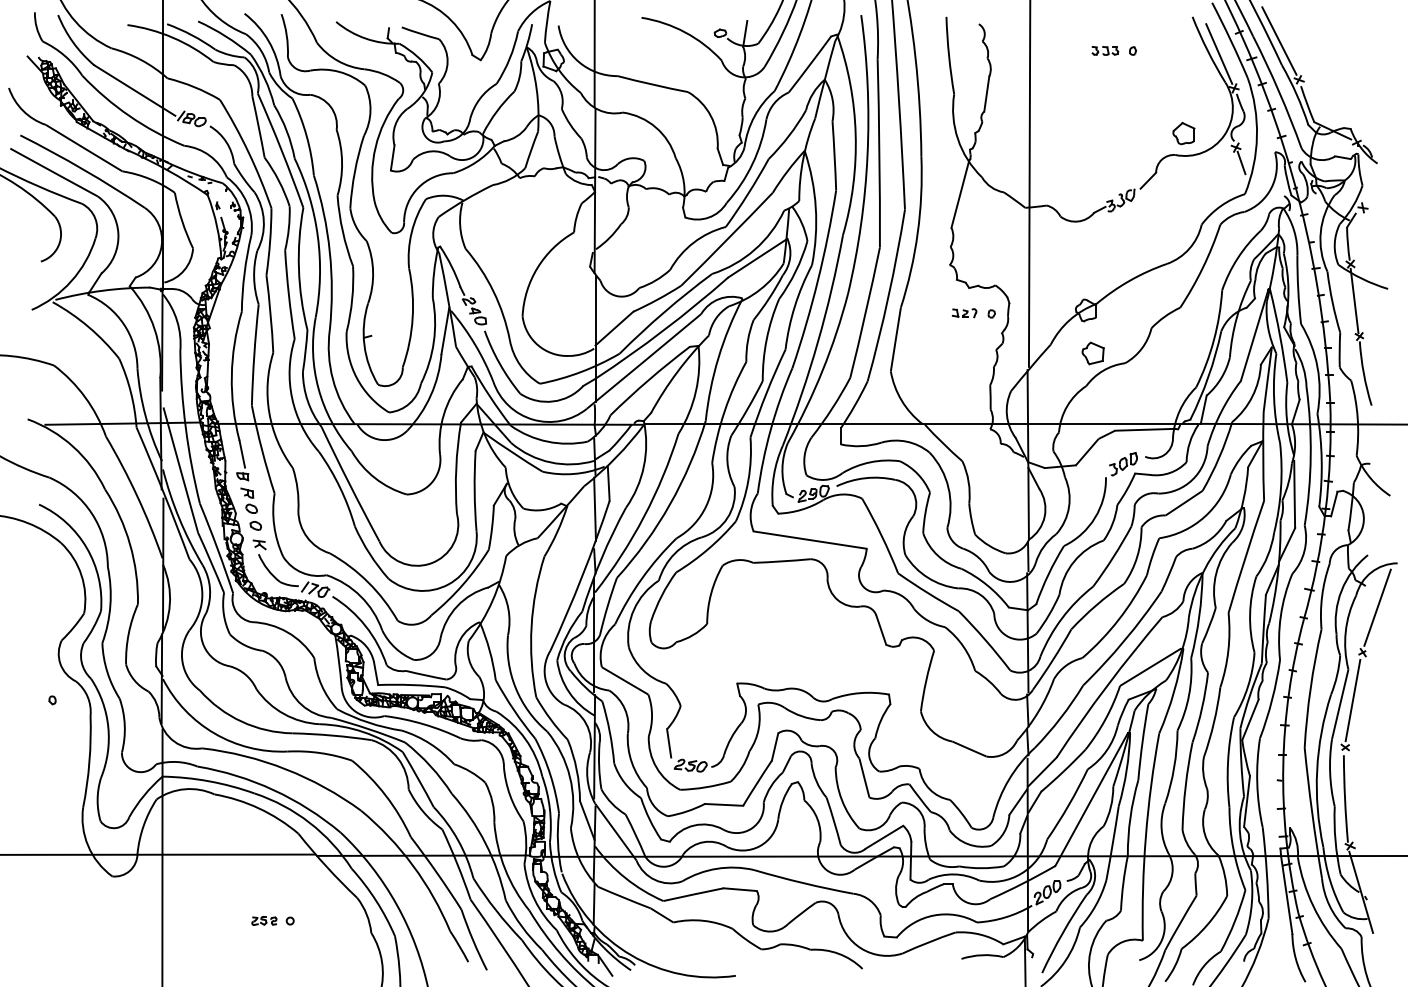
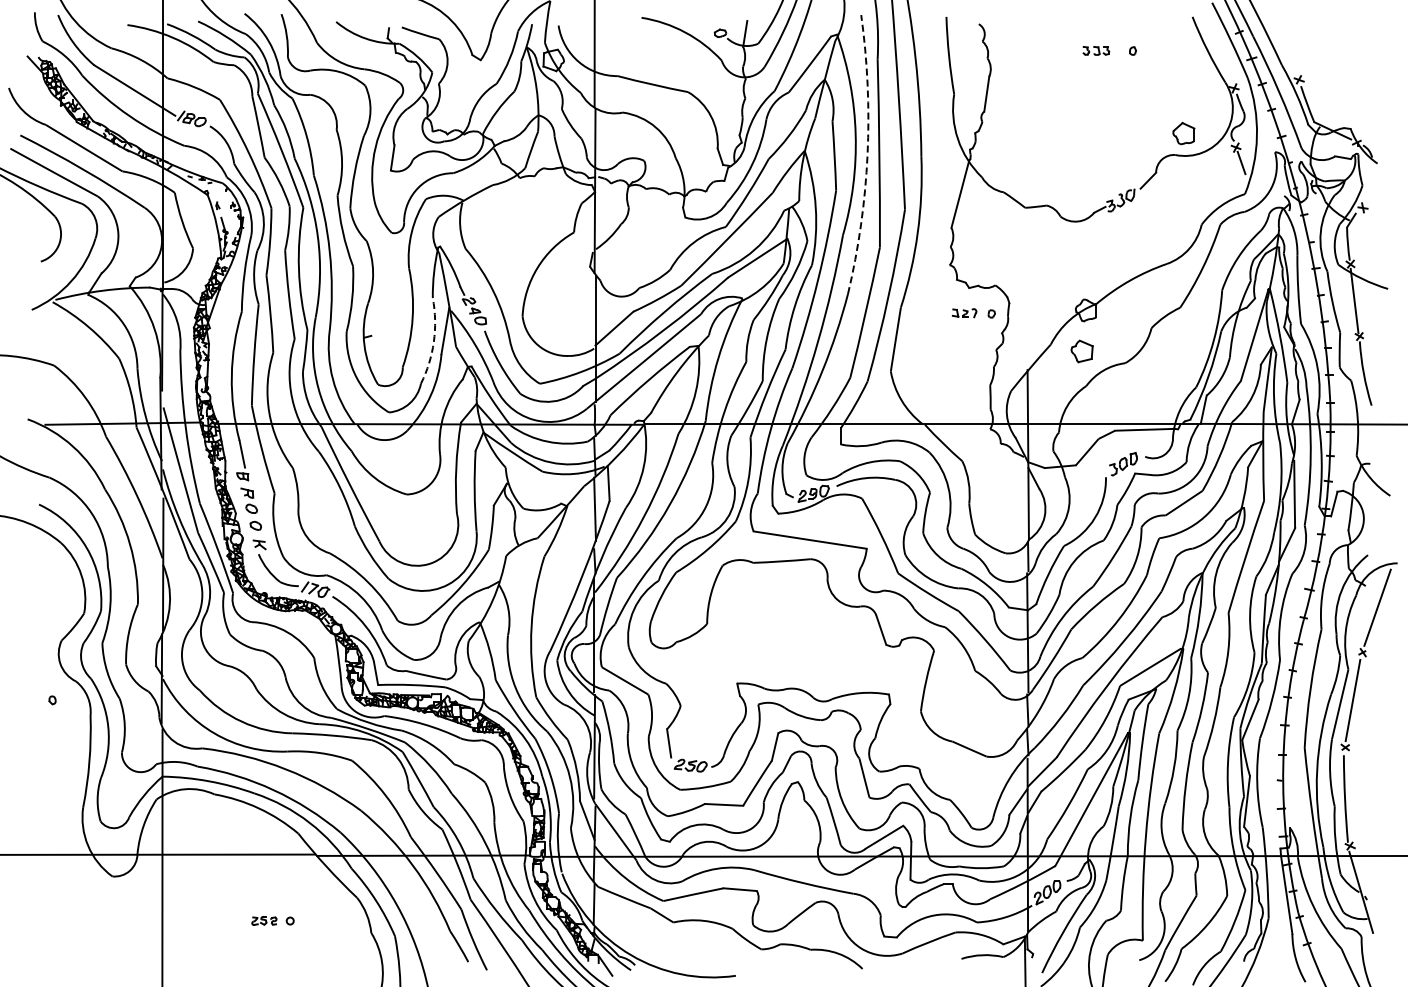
line at (1279, 40): present -> none
part at (1105, 50) position: (1105, 50) -> (1096, 50)
line at (1219, 53): present -> none
arc at (867, 155): solid -> dashed
line at (1029, 184): present -> none
arc at (433, 341): solid -> dashed
part at (1092, 353) position: (1092, 353) -> (1081, 351)
